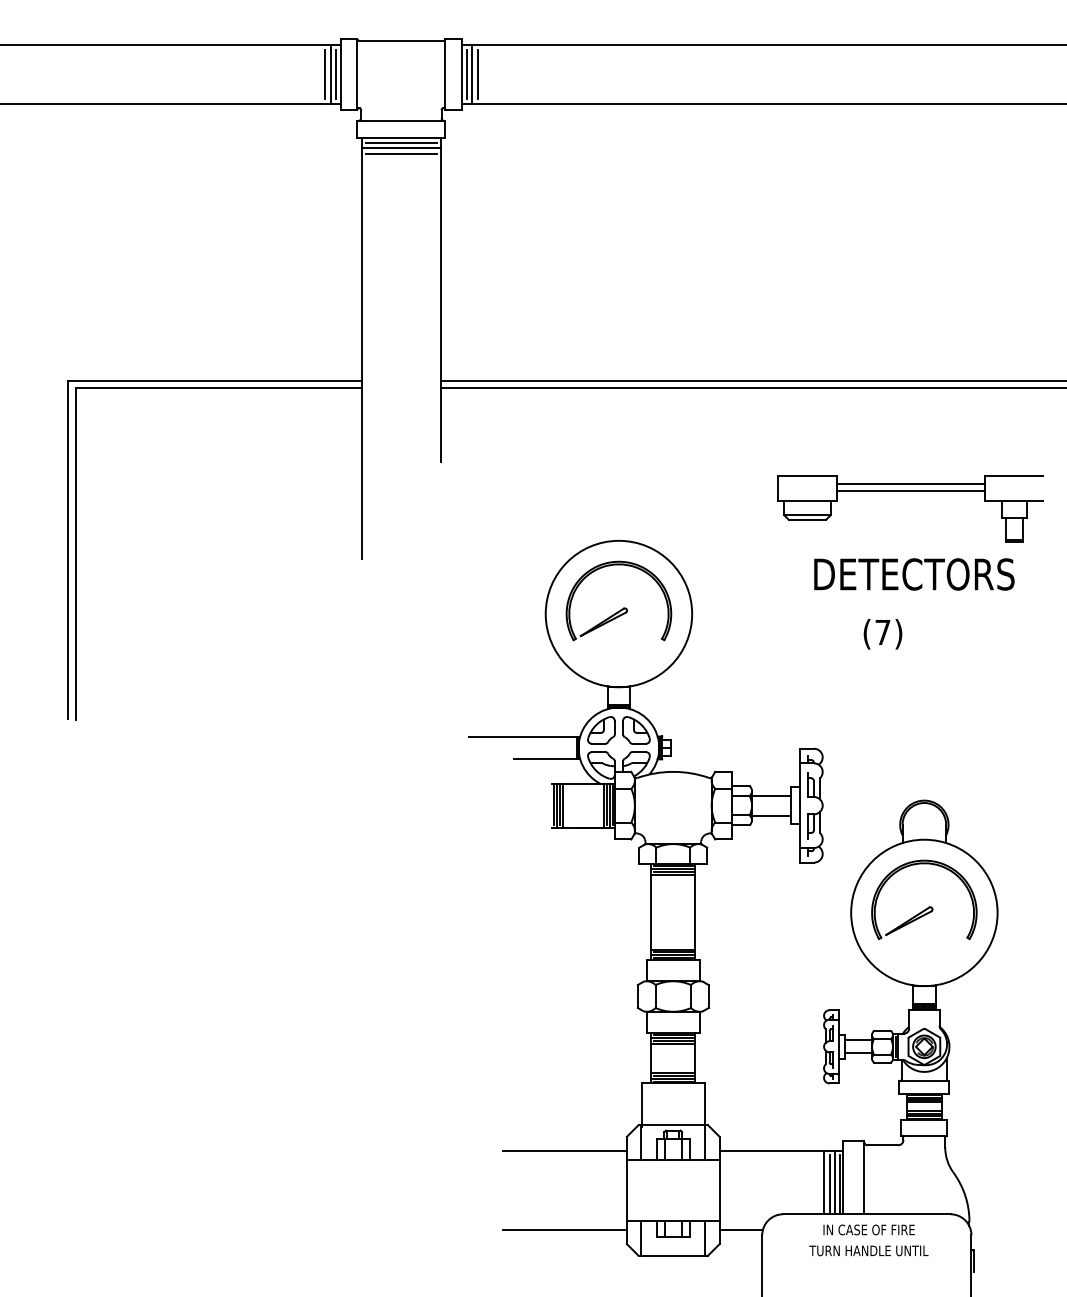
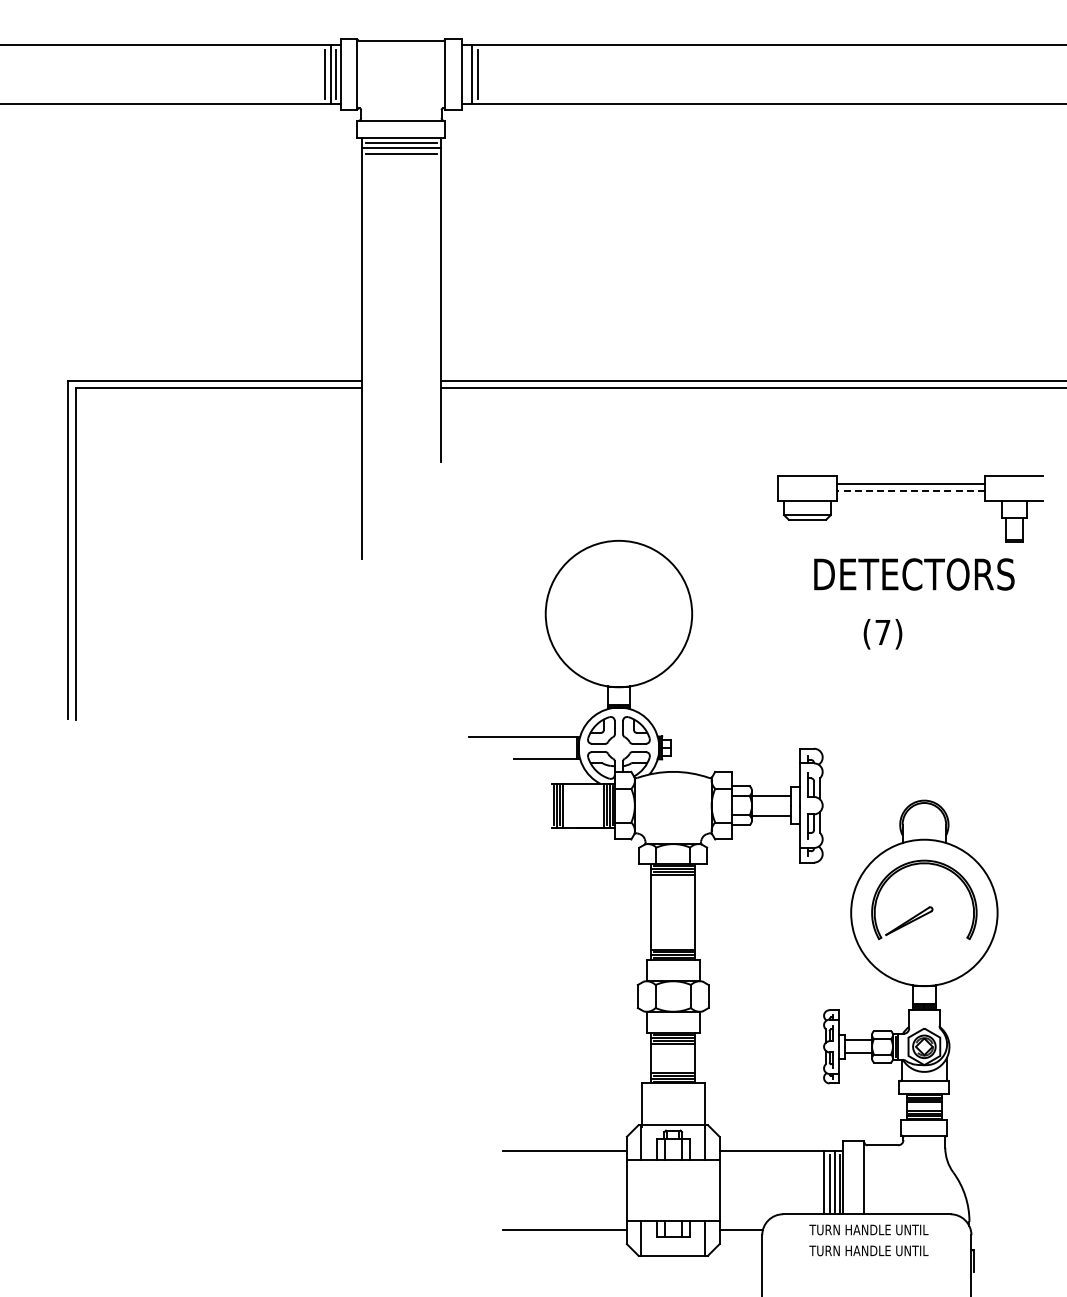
line at (466, 74): present -> none
line at (910, 491): solid -> dashed
part at (623, 607): present -> none
text at (868, 1229): IN CASE OF FIRE -> TURN HANDLE UNTIL
